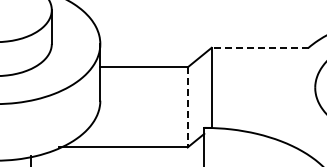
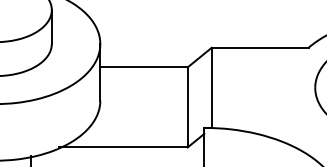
line at (259, 47): dashed -> solid
line at (187, 107): dashed -> solid
